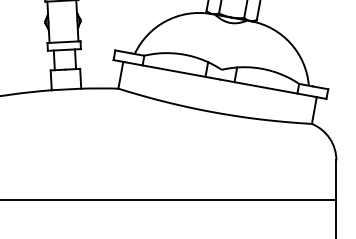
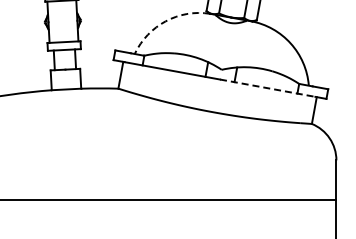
arc at (165, 21): solid -> dashed
line at (268, 88): solid -> dashed
